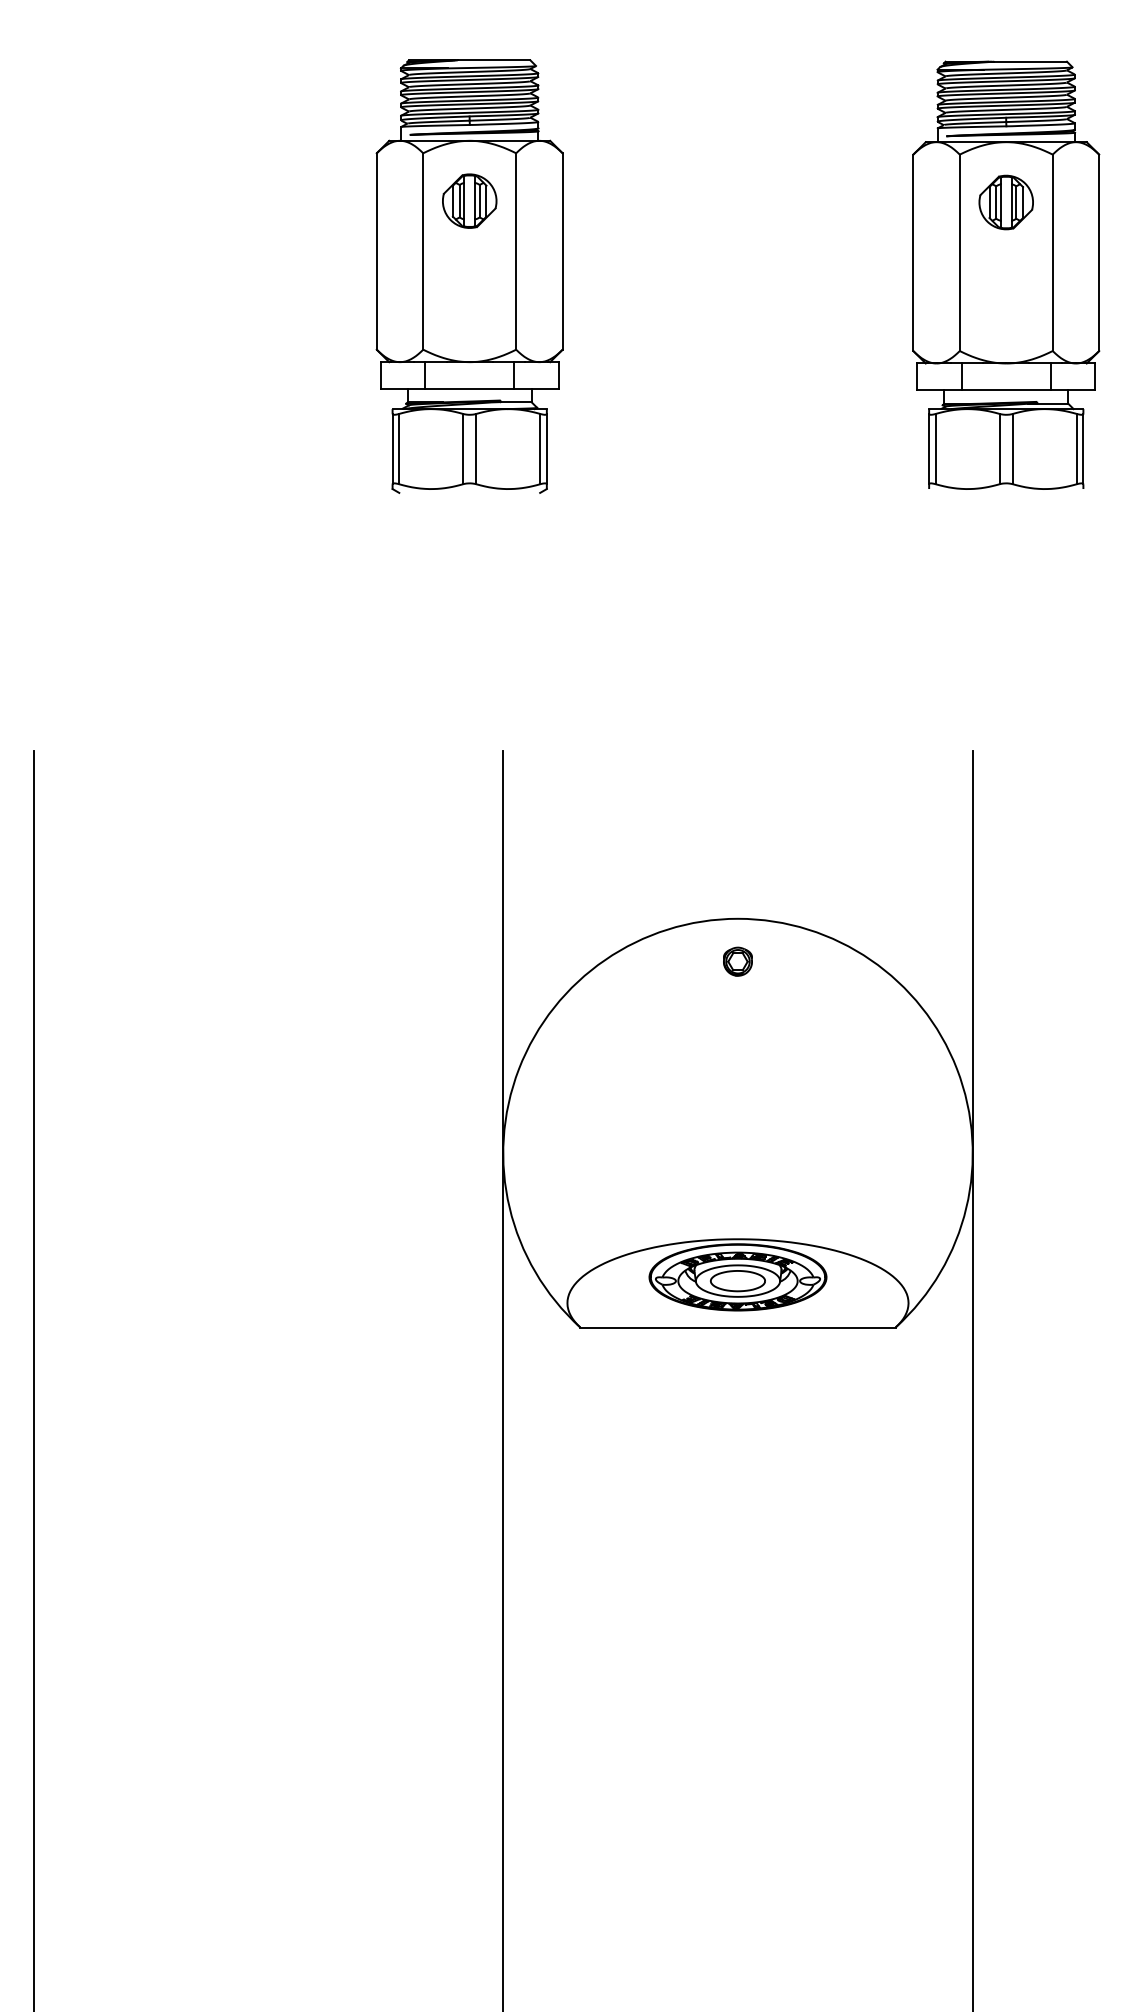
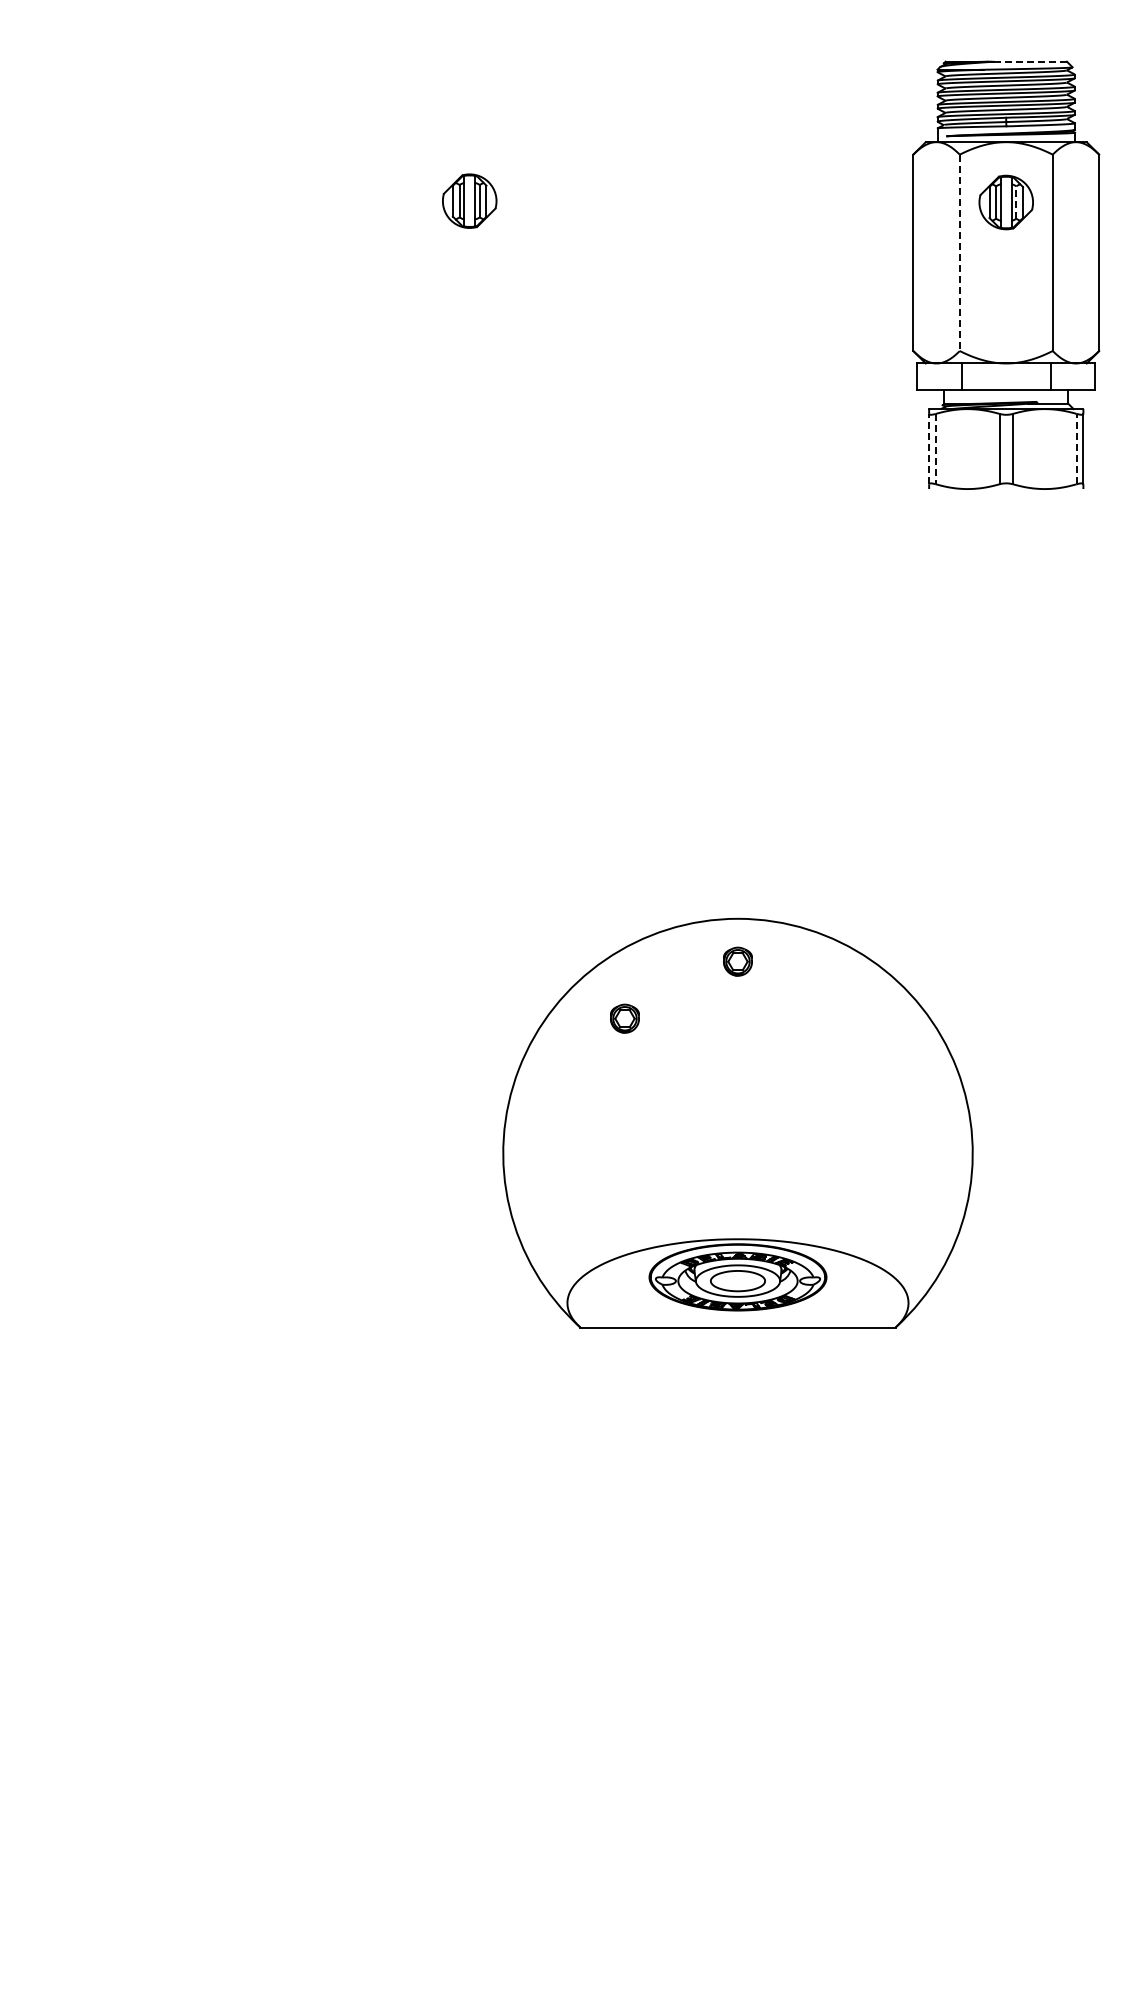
line at (1031, 61): solid -> dashed
line at (1016, 202): solid -> dashed
line at (959, 253): solid -> dashed
part at (469, 276): present -> none
line at (929, 448): solid -> dashed
line at (1076, 448): solid -> dashed
line at (935, 449): solid -> dashed
part at (624, 1018): none -> present
line at (33, 1379): present -> none
line at (503, 1379): present -> none
line at (972, 1379): present -> none
